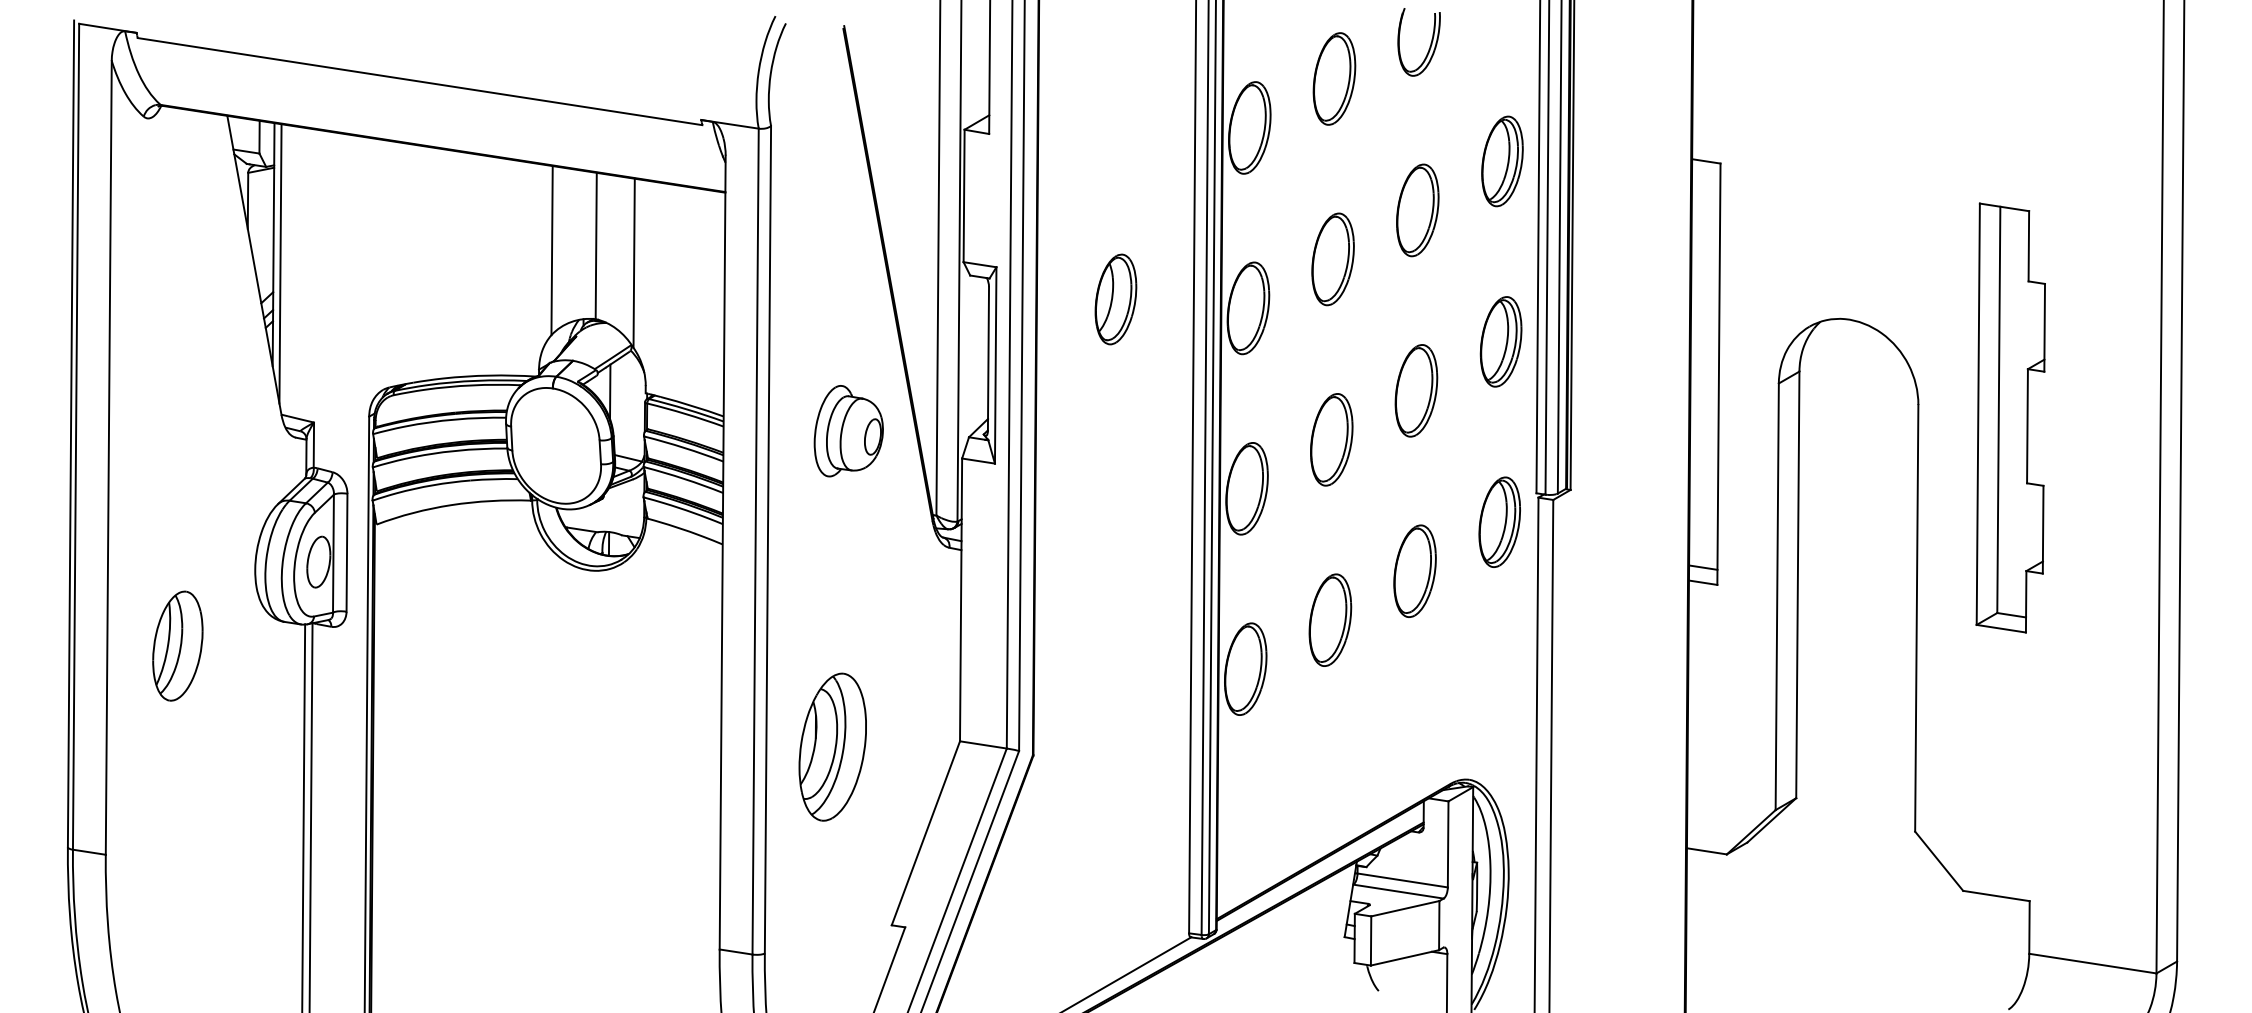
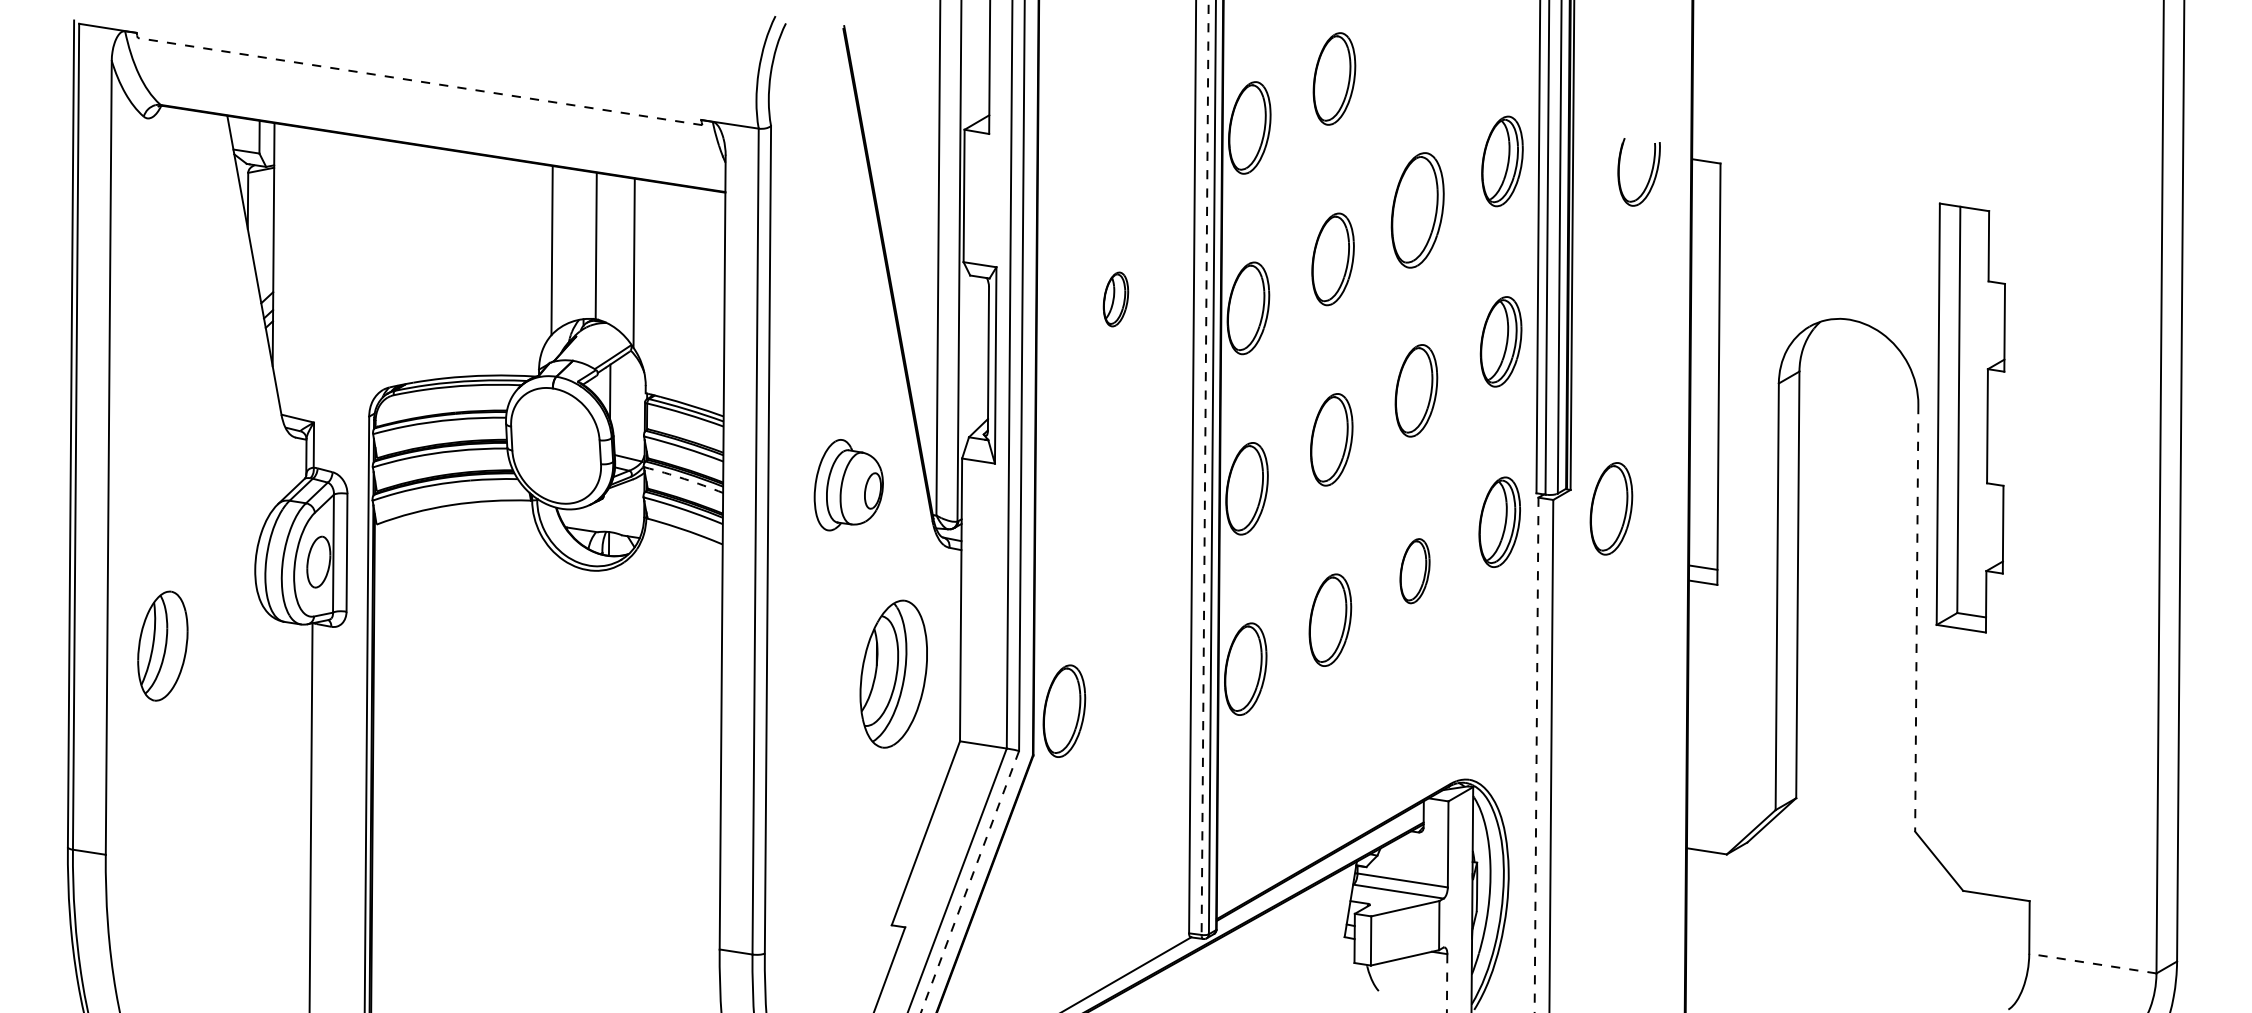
part at (1429, 46) position: (1429, 46) -> (1649, 176)
line at (420, 81): solid -> dashed
part at (1417, 210) size: 44x95 px -> 55x117 px
line at (280, 263): present -> none
part at (1115, 299) size: 44x93 px -> 28x57 px
part at (2010, 417) position: (2010, 417) -> (1970, 417)
part at (848, 431) position: (848, 431) -> (848, 485)
line at (1205, 467): solid -> dashed
arc at (684, 478): solid -> dashed
part at (1611, 508): none -> present
part at (1414, 570) size: 44x94 px -> 32x67 px
line at (1916, 618): solid -> dashed
part at (177, 645) position: (177, 645) -> (162, 645)
part at (1064, 710): none -> present
part at (832, 746) position: (832, 746) -> (893, 673)
line at (1536, 755): solid -> dashed
line at (303, 816): present -> none
line at (969, 882): solid -> dashed
line at (2092, 963): solid -> dashed
line at (1447, 983): solid -> dashed
